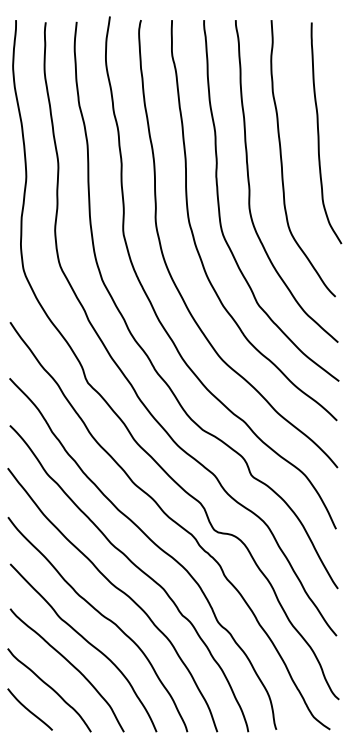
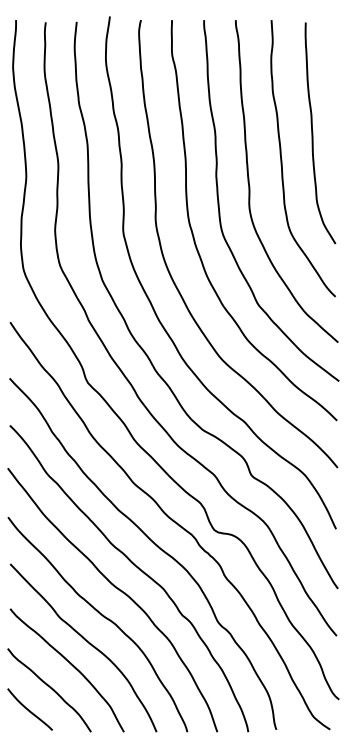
curve at (319, 133) position: (319, 133) -> (313, 133)
